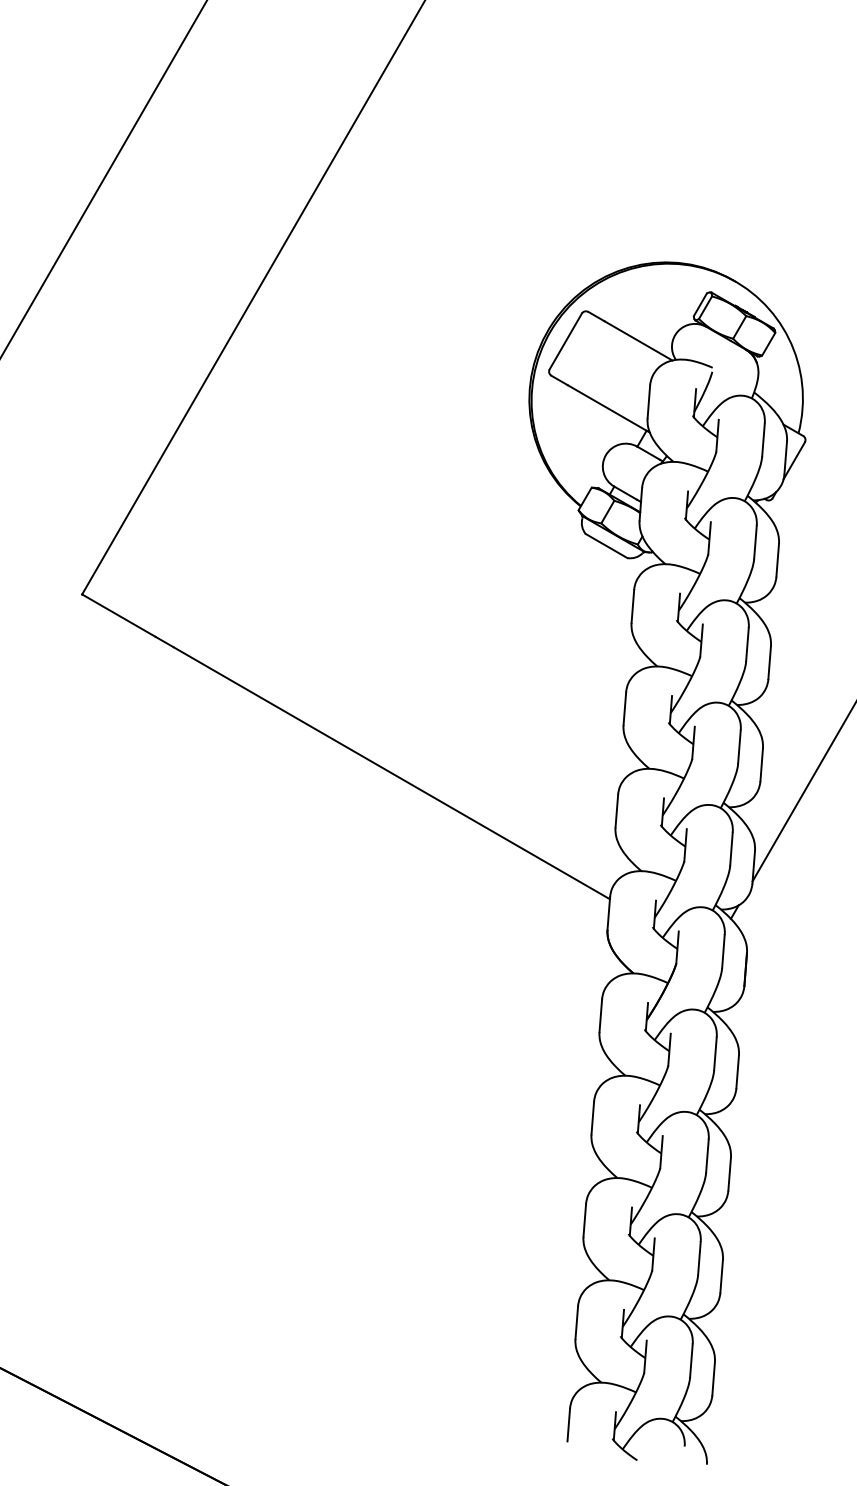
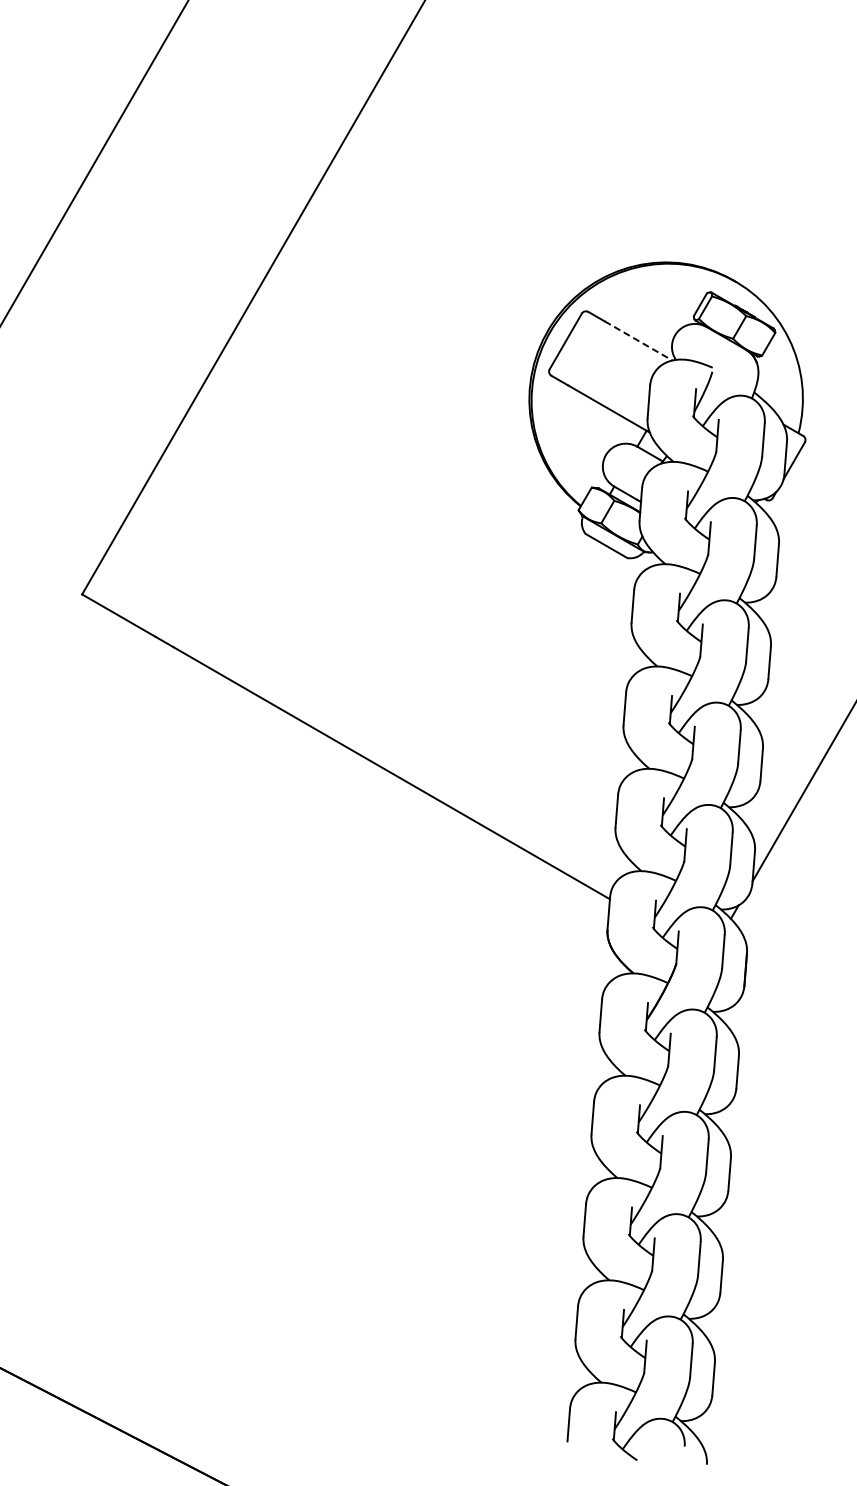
line at (104, 178) position: (104, 178) -> (94, 162)
line at (638, 341): solid -> dashed
